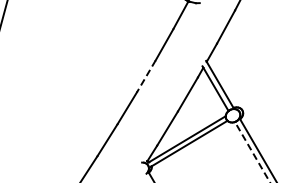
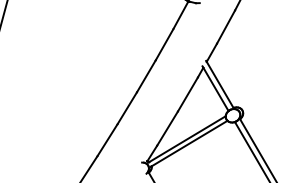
line at (146, 76): dashed -> solid
line at (252, 152): dashed -> solid
